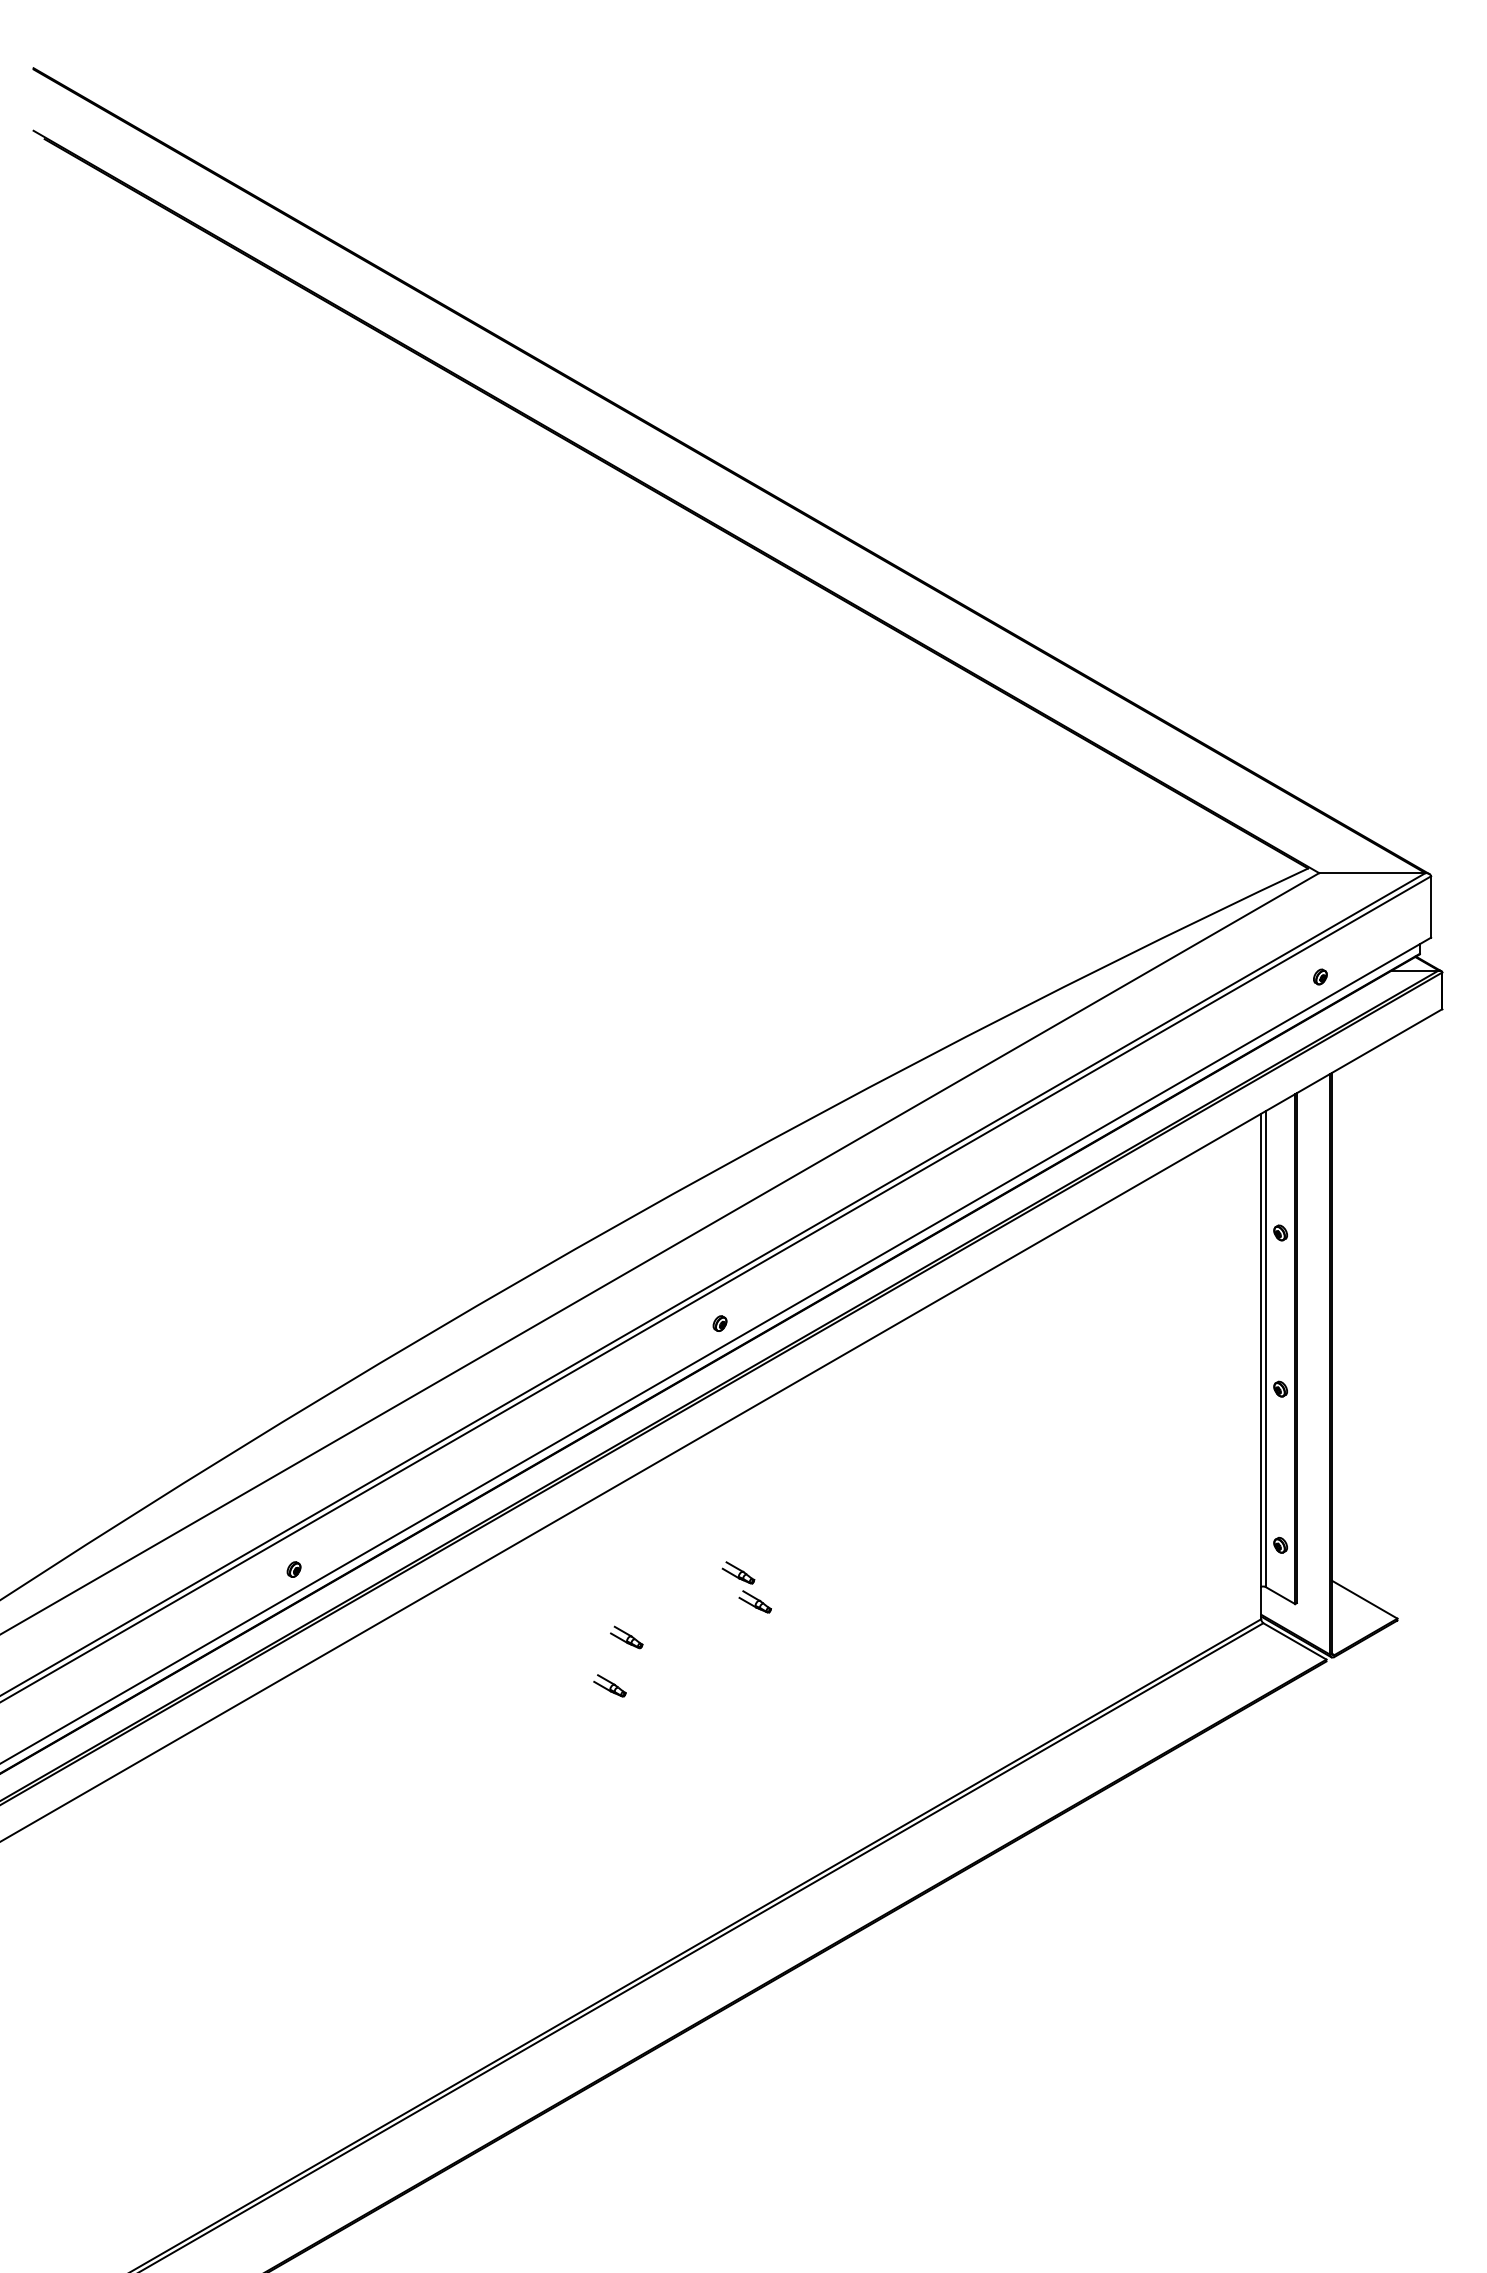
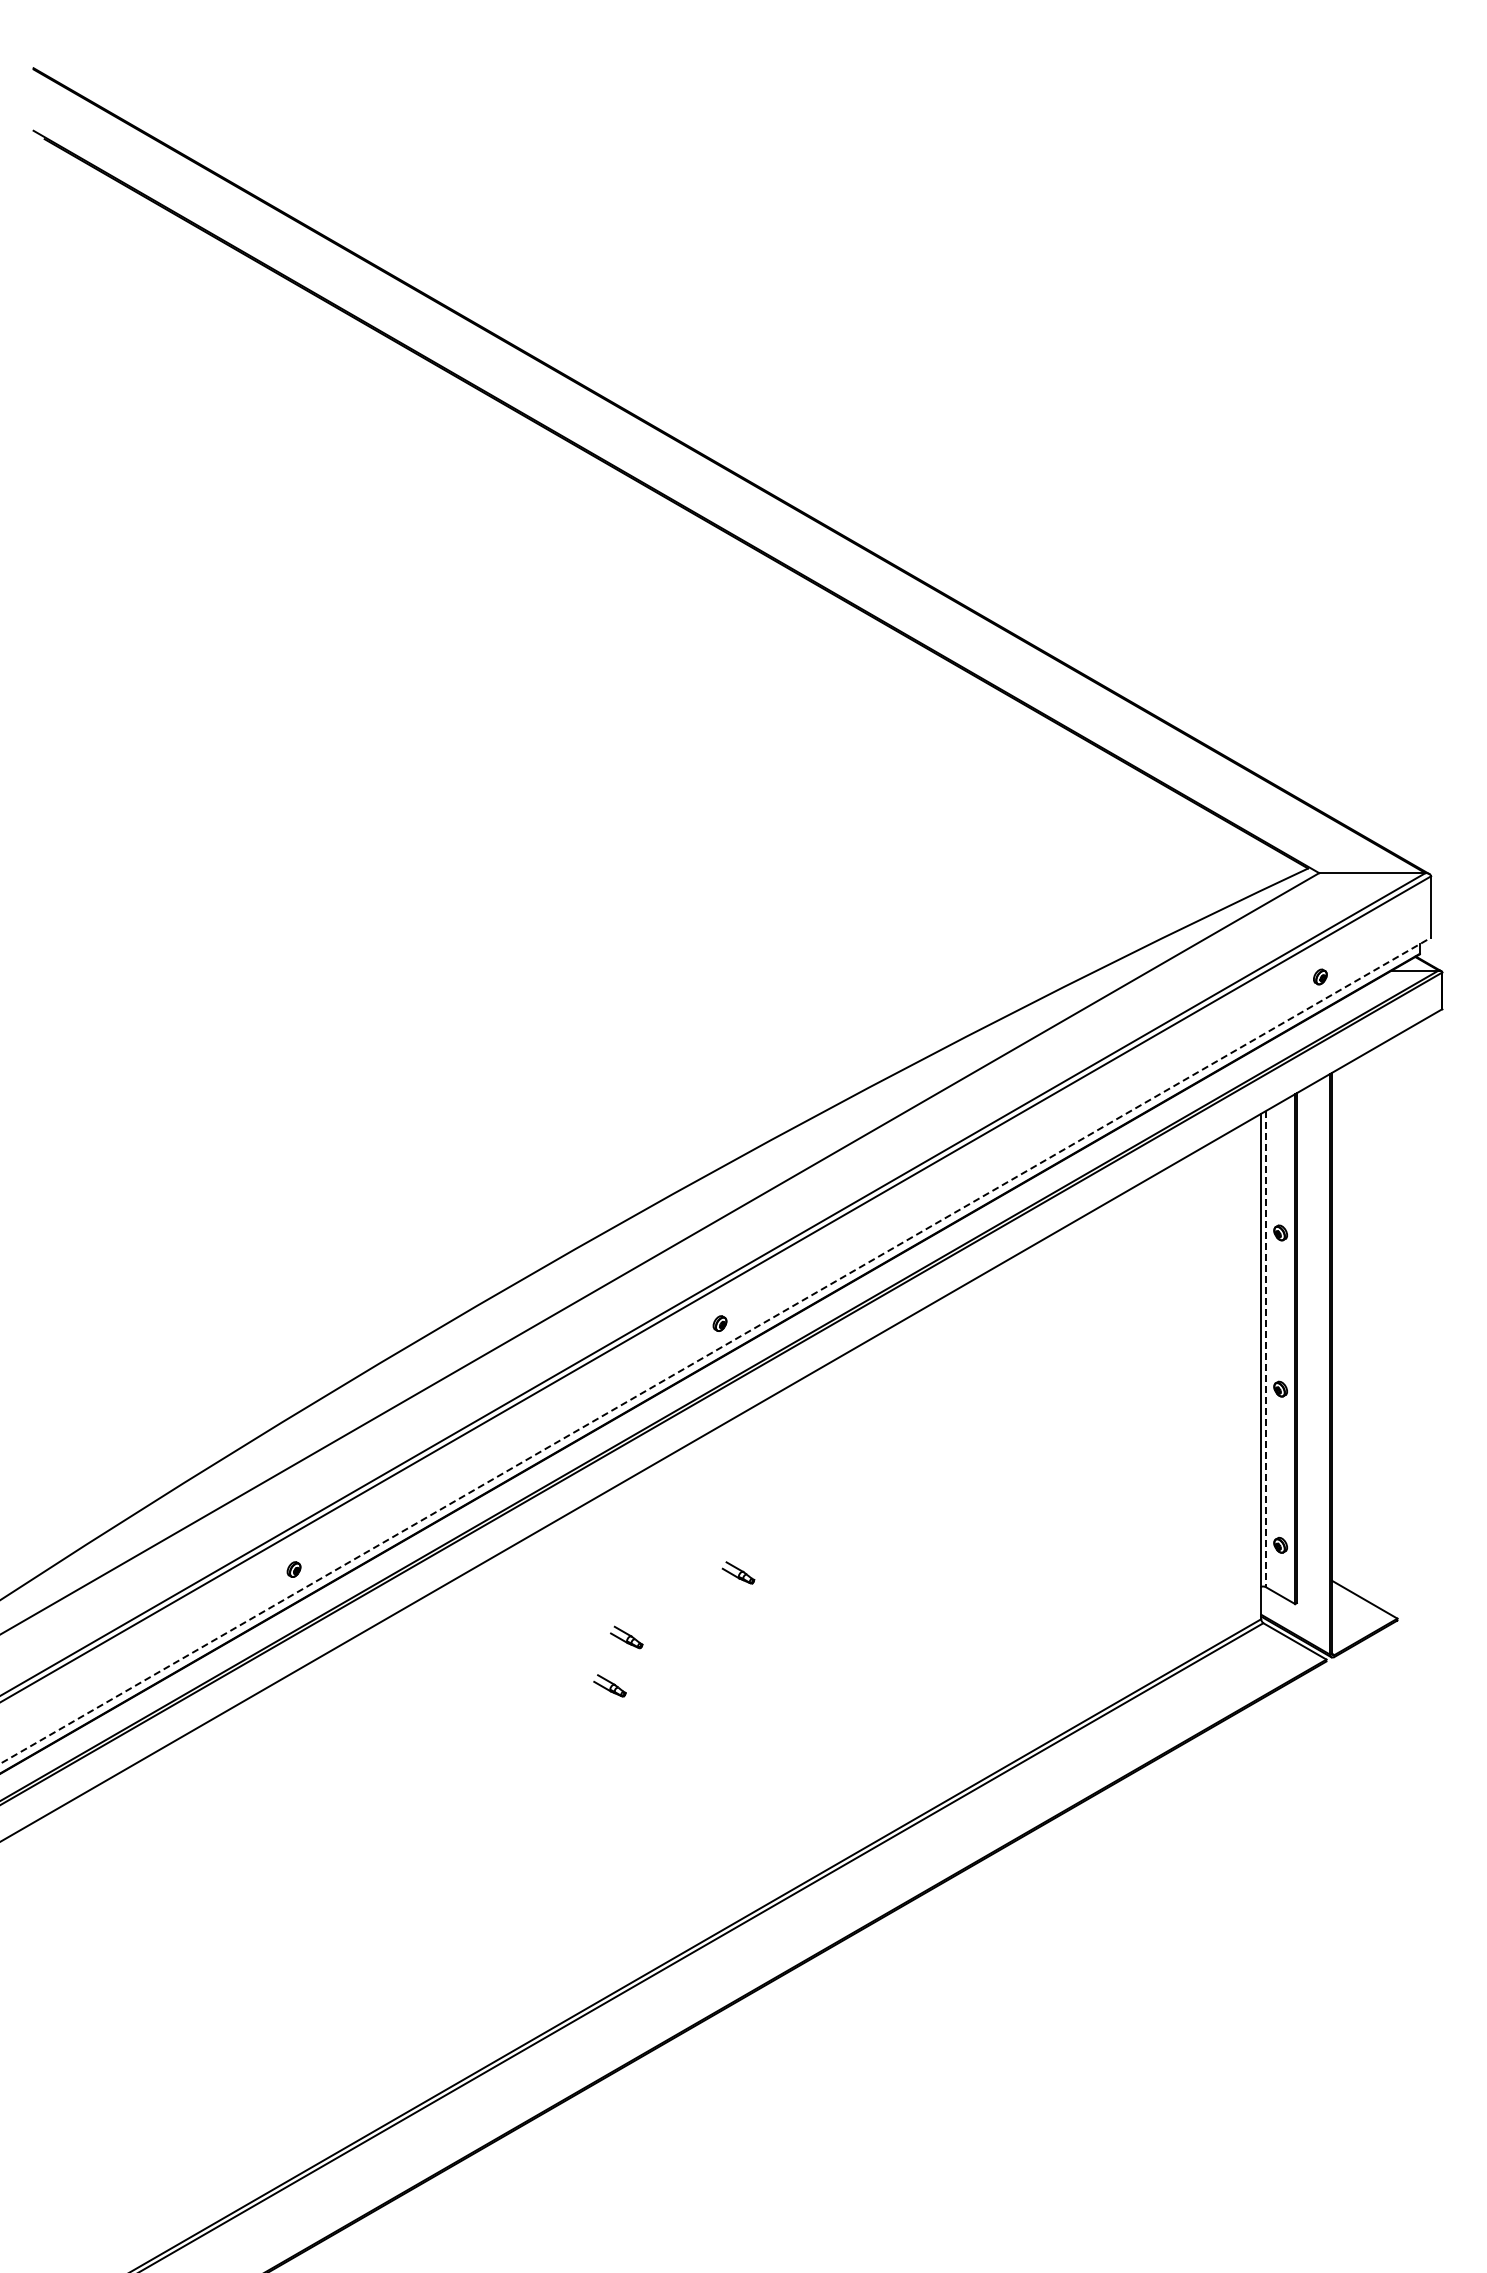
line at (1265, 1349): solid -> dashed
line at (715, 1350): solid -> dashed
part at (754, 1601): present -> none
